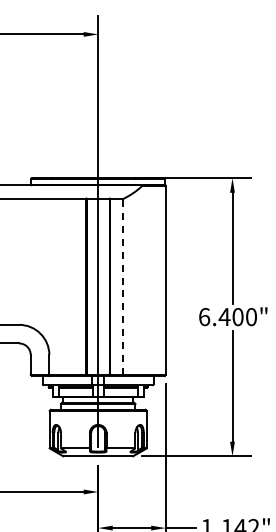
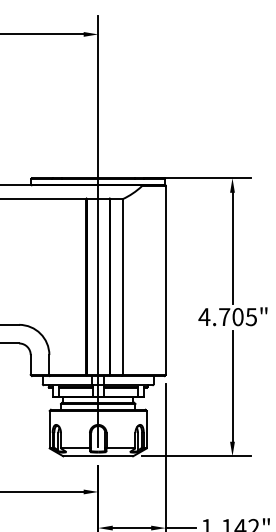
line at (122, 287): dashed -> solid
text at (227, 317): 6.400" -> 4.705"
